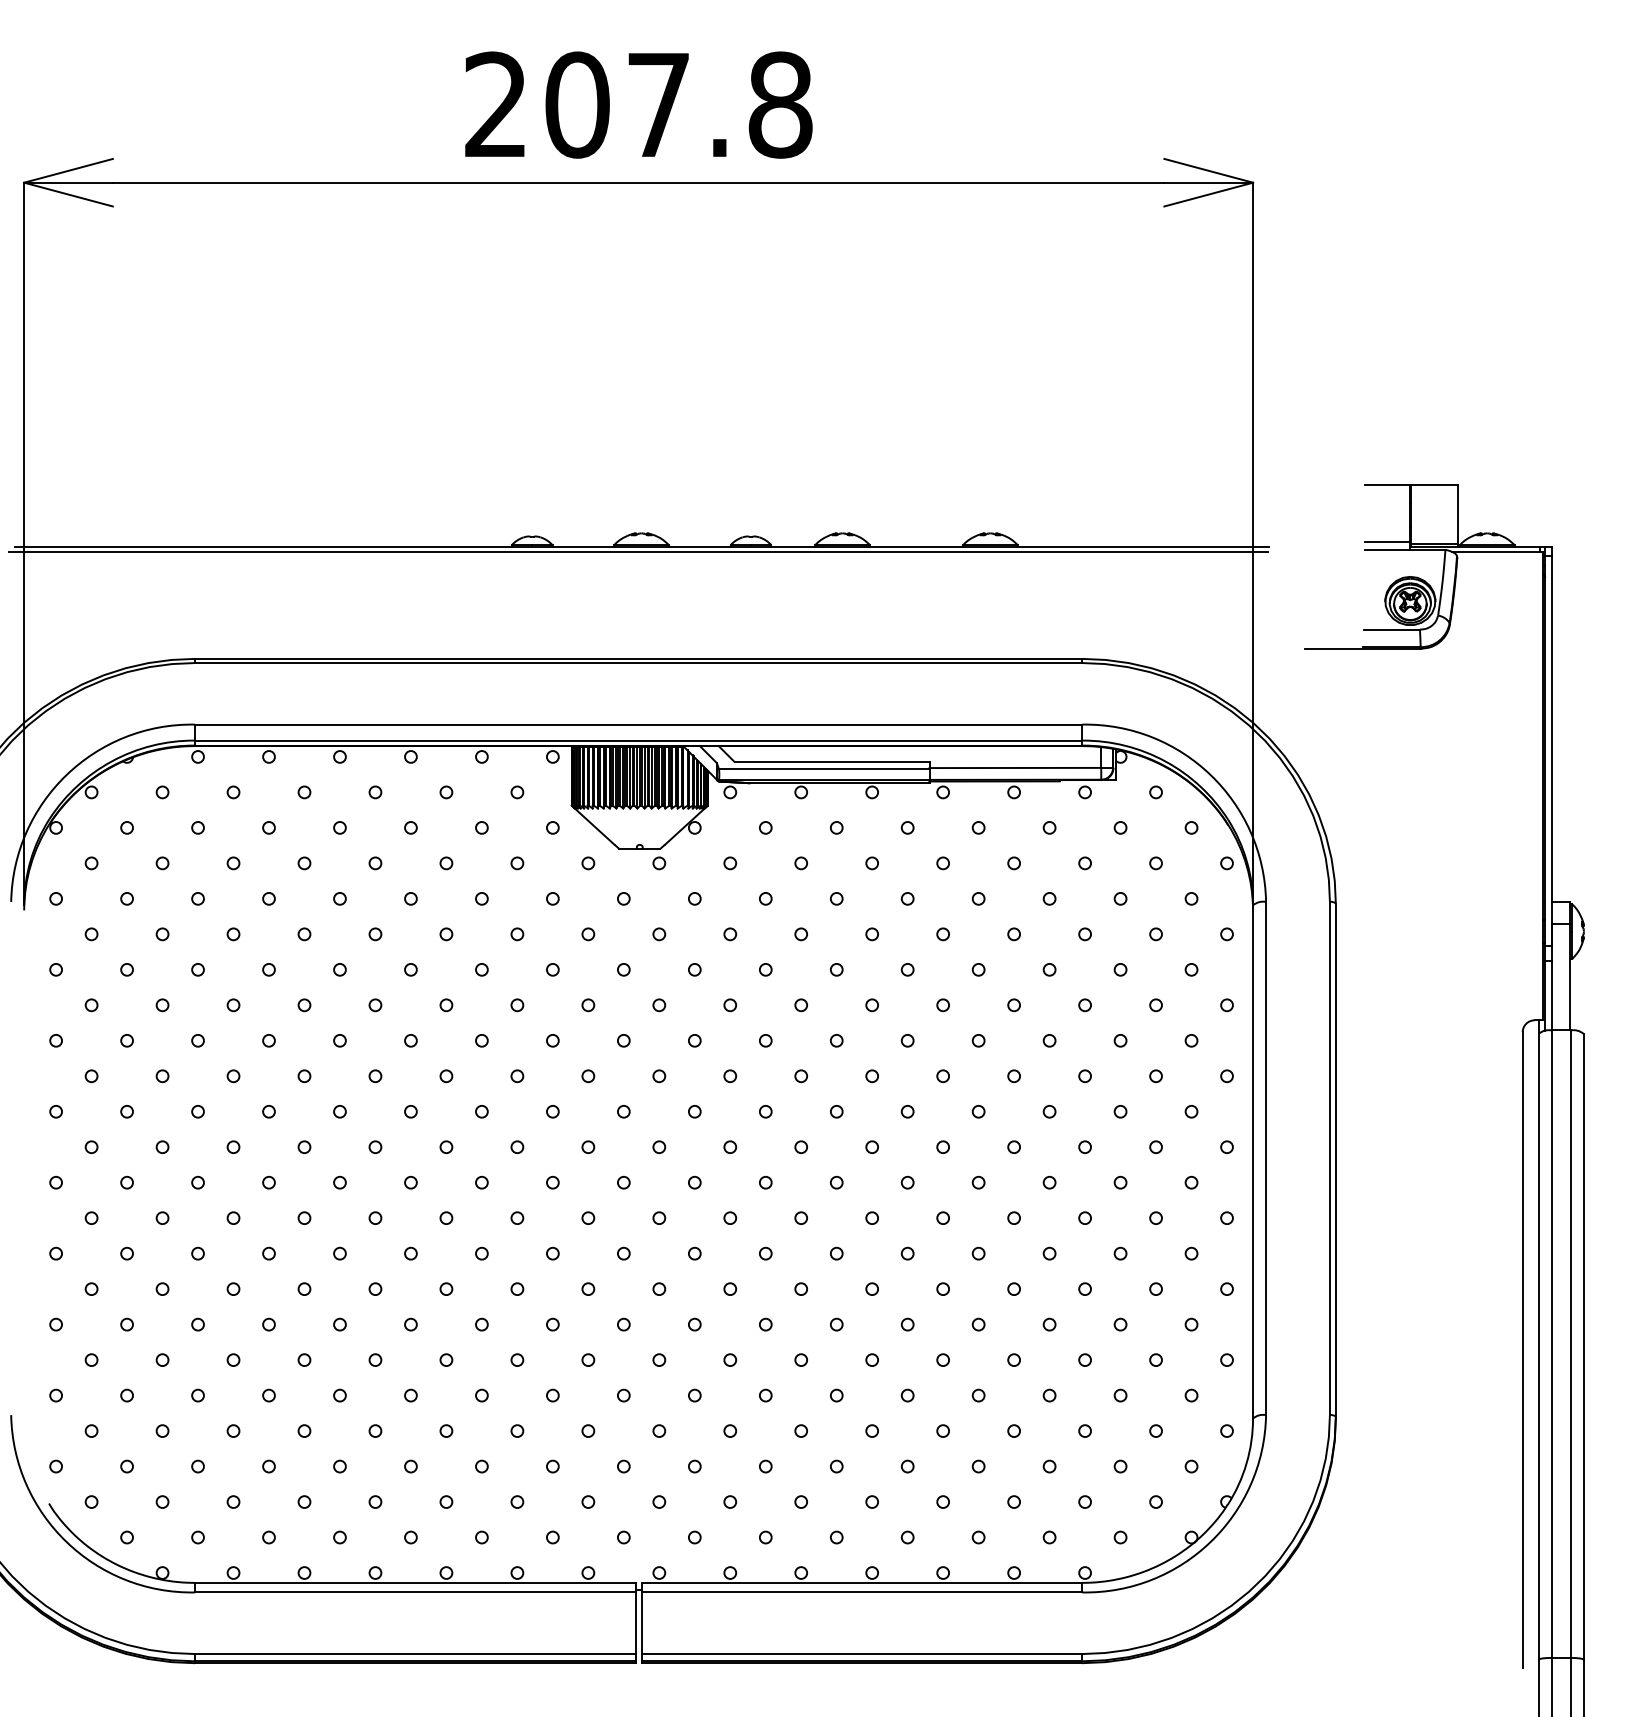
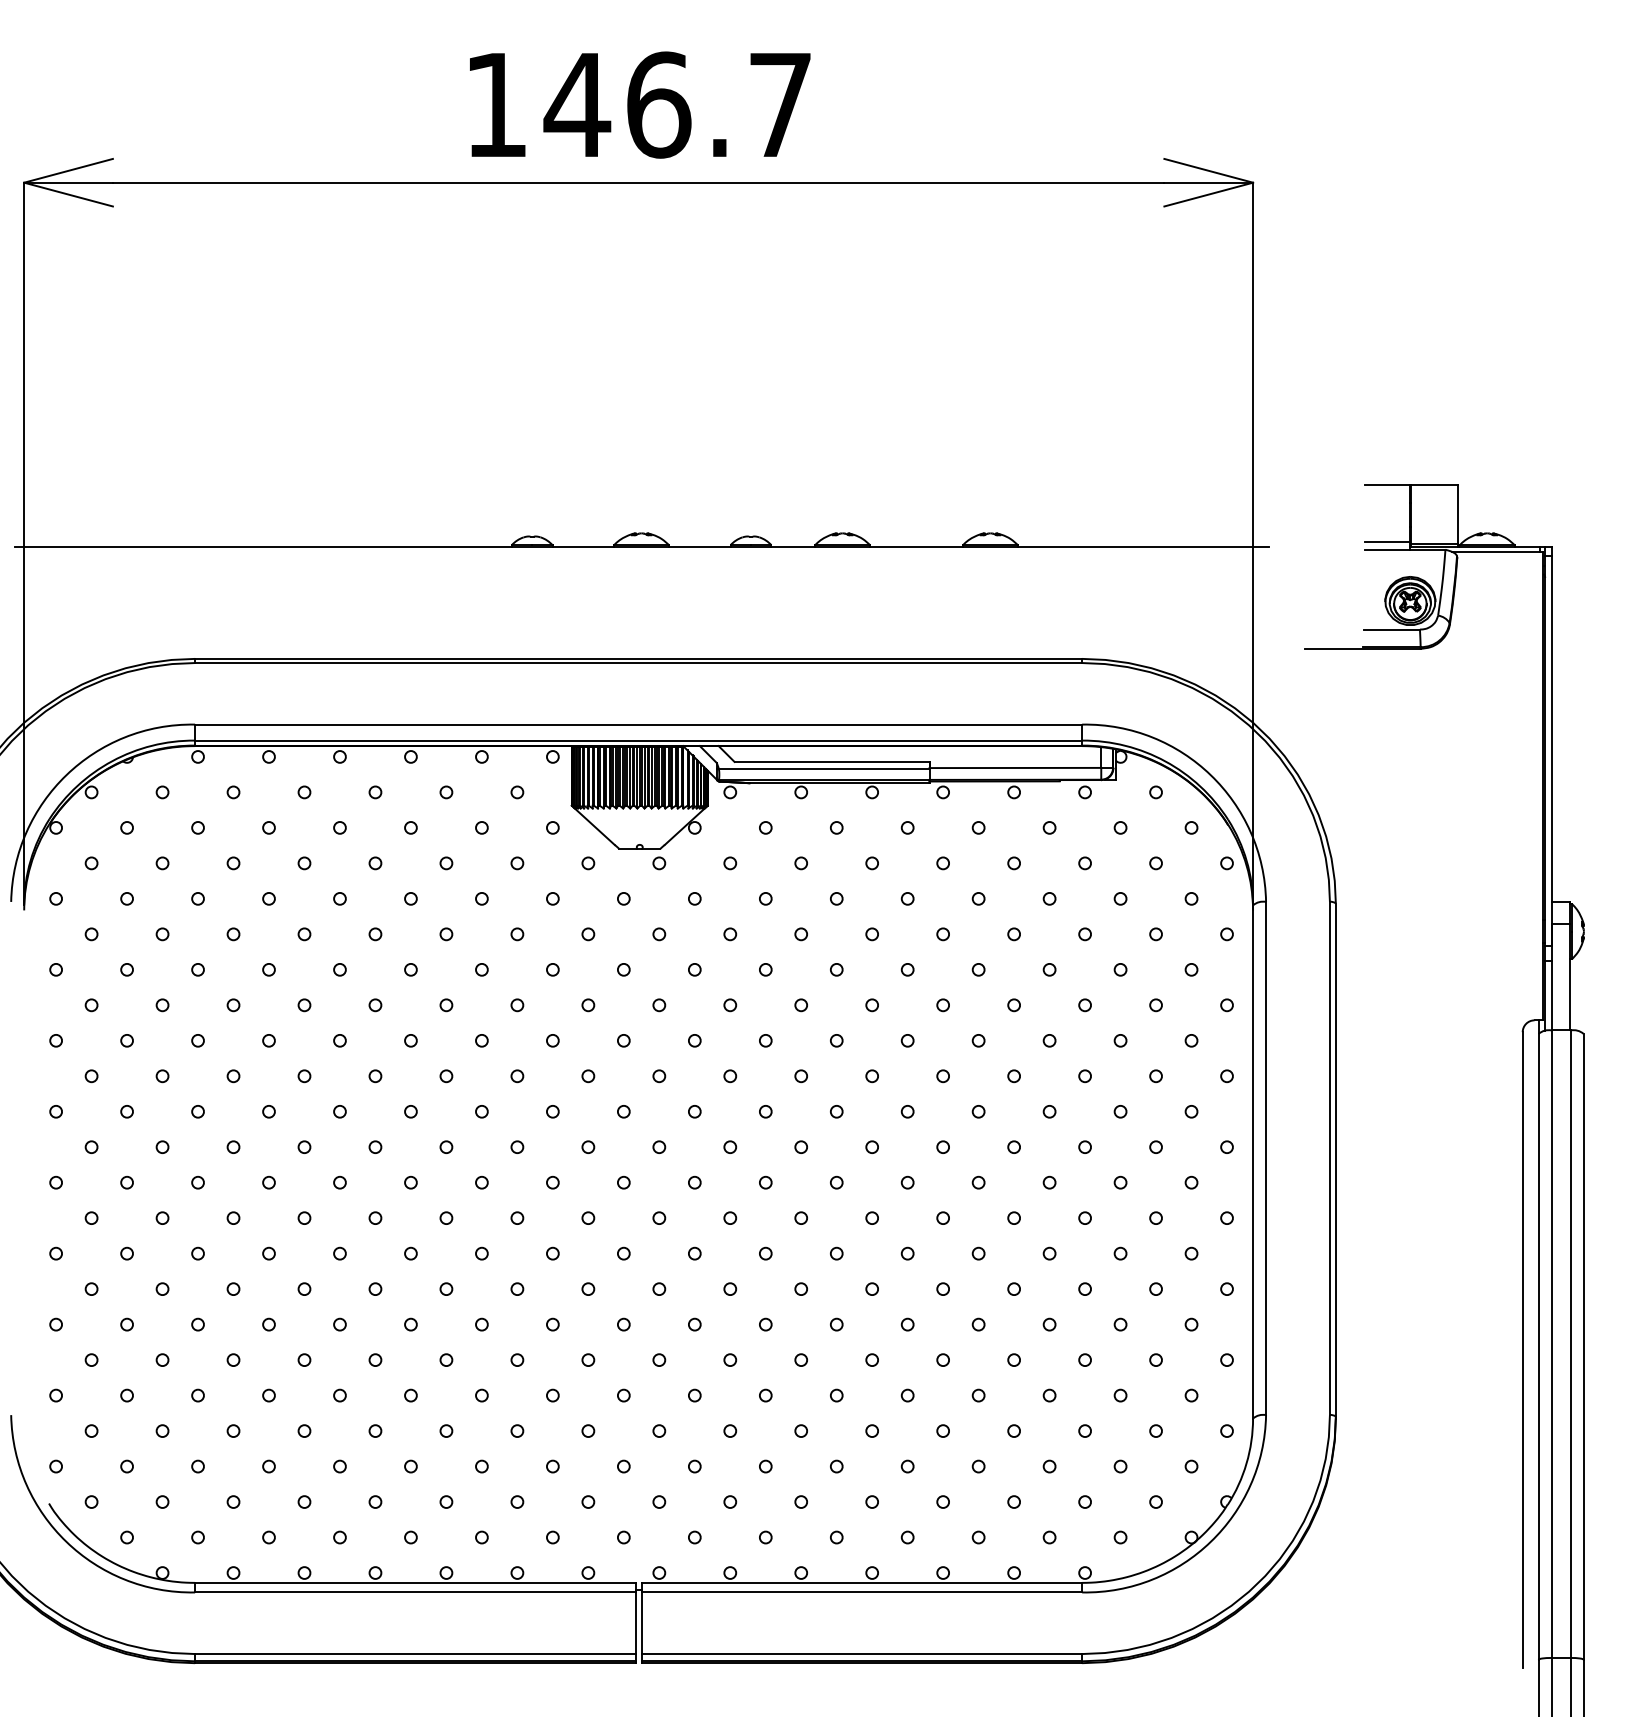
text at (638, 104): 207.8 -> 146.7
line at (638, 551): present -> none
